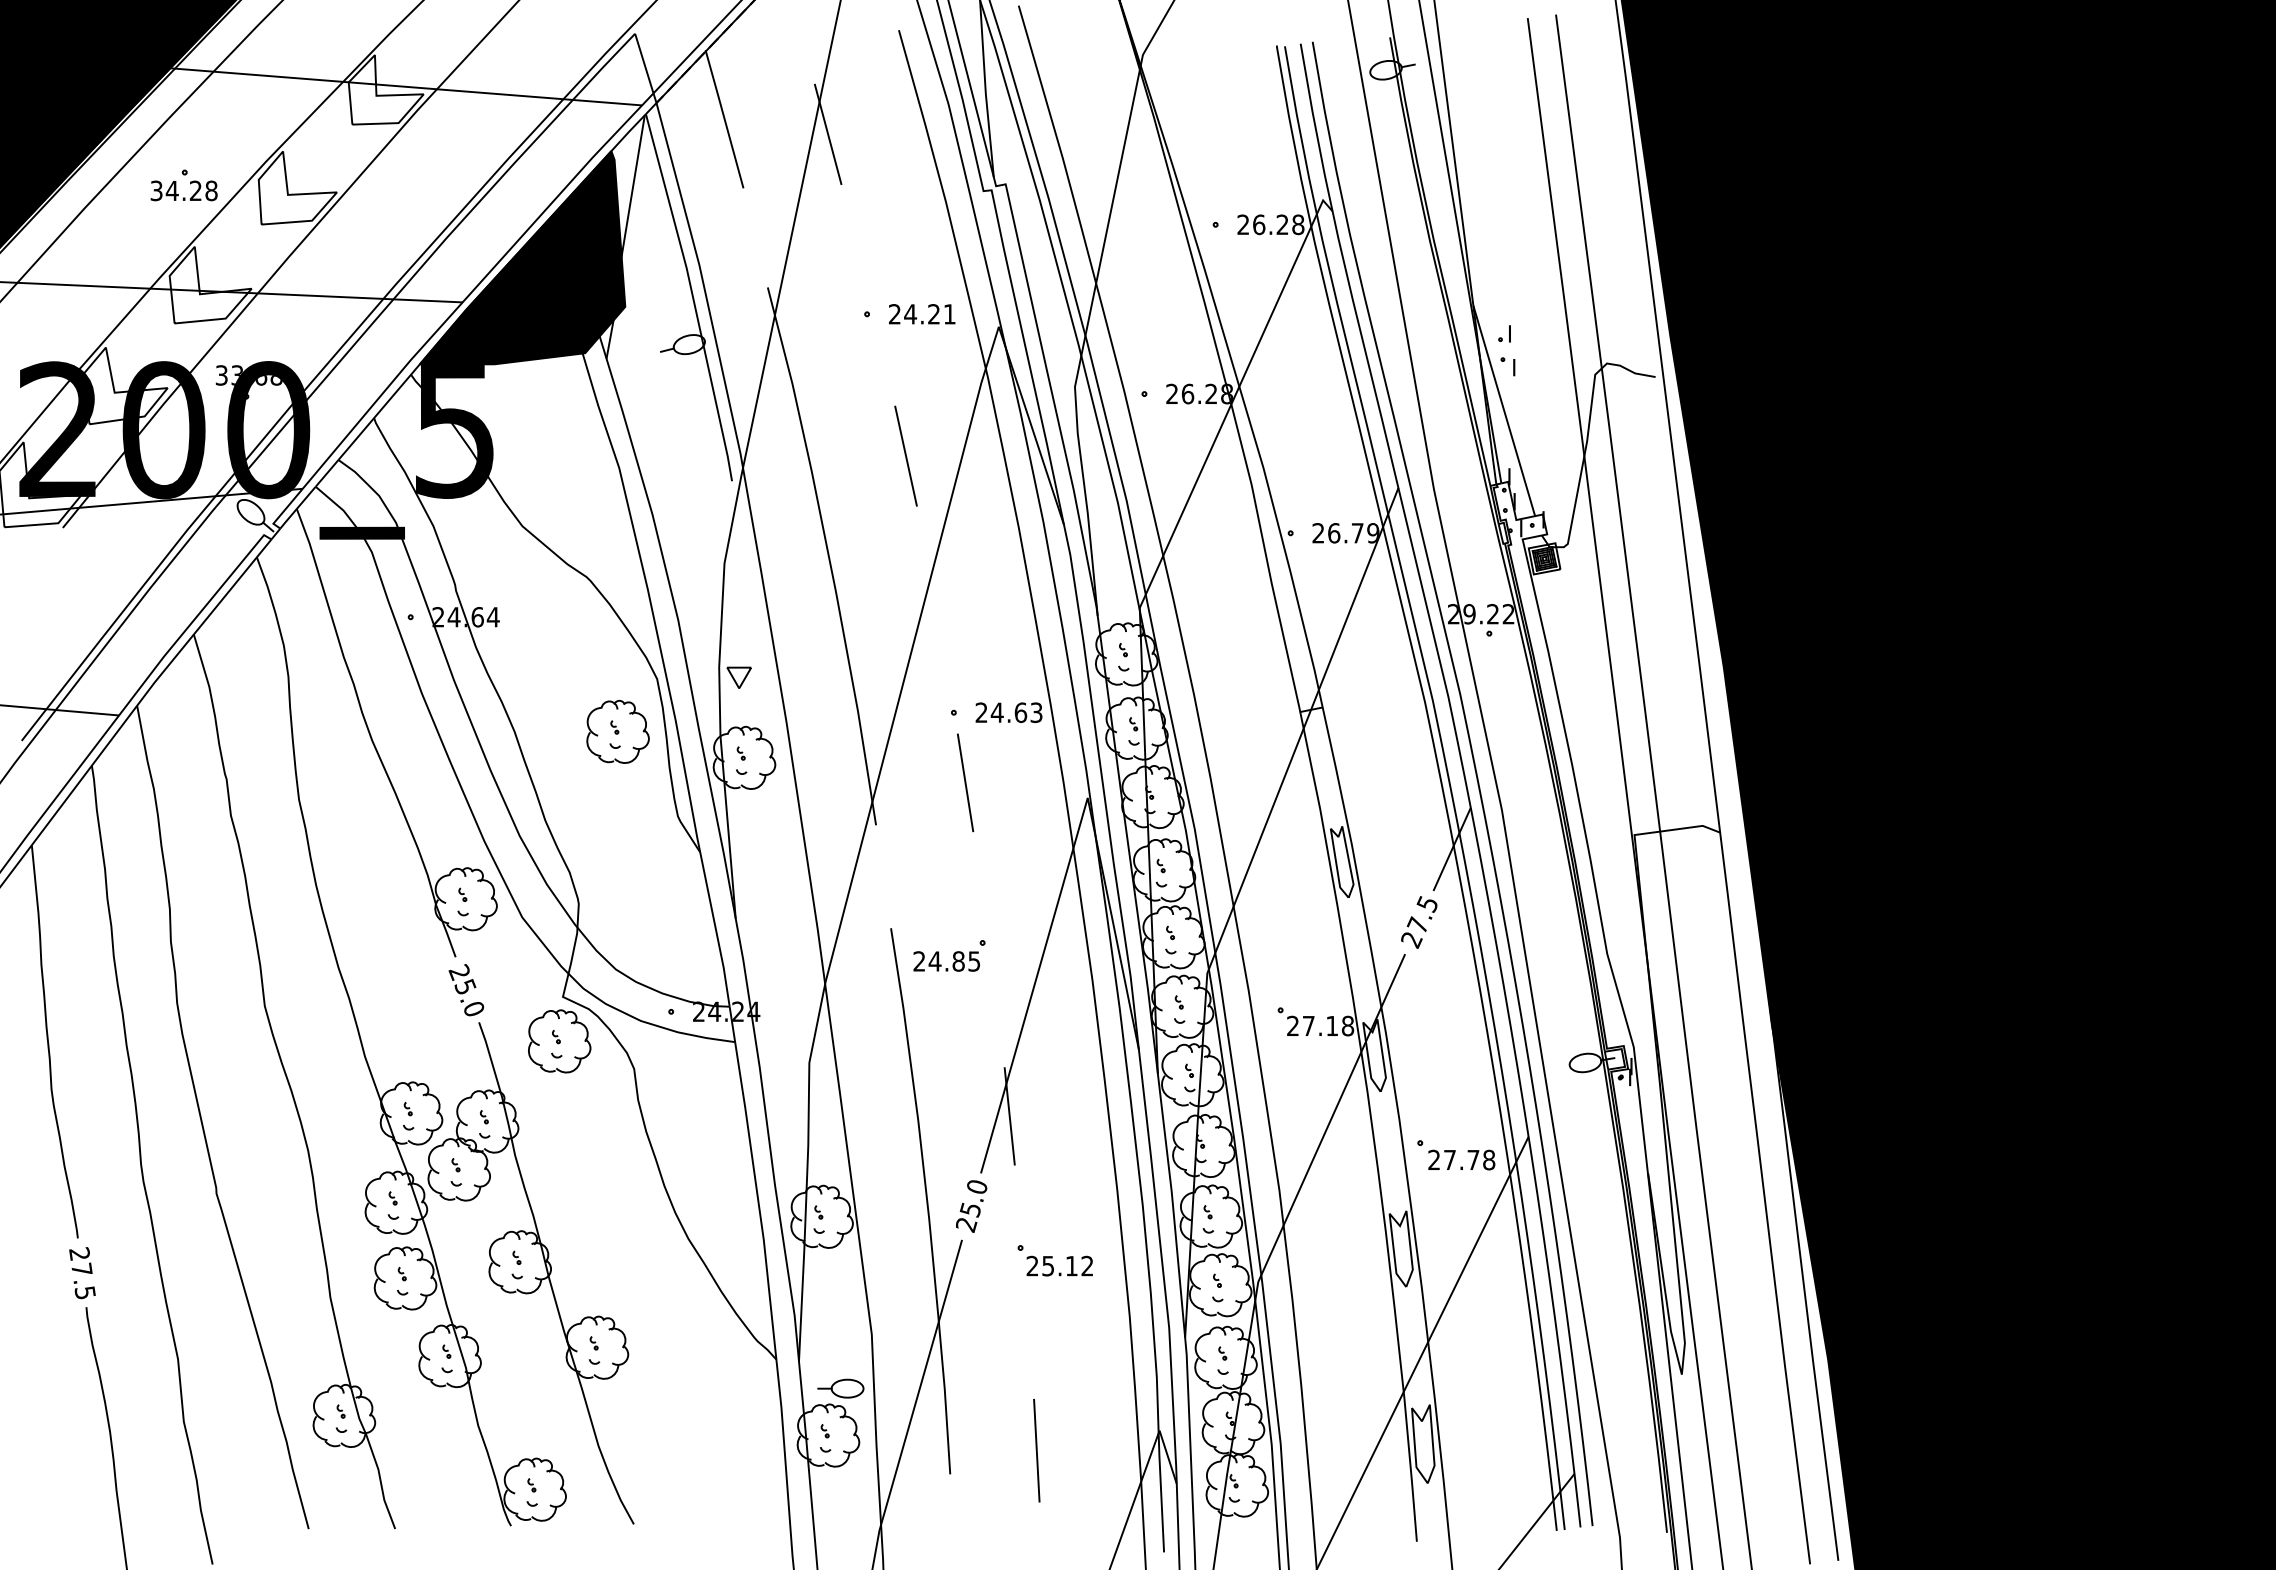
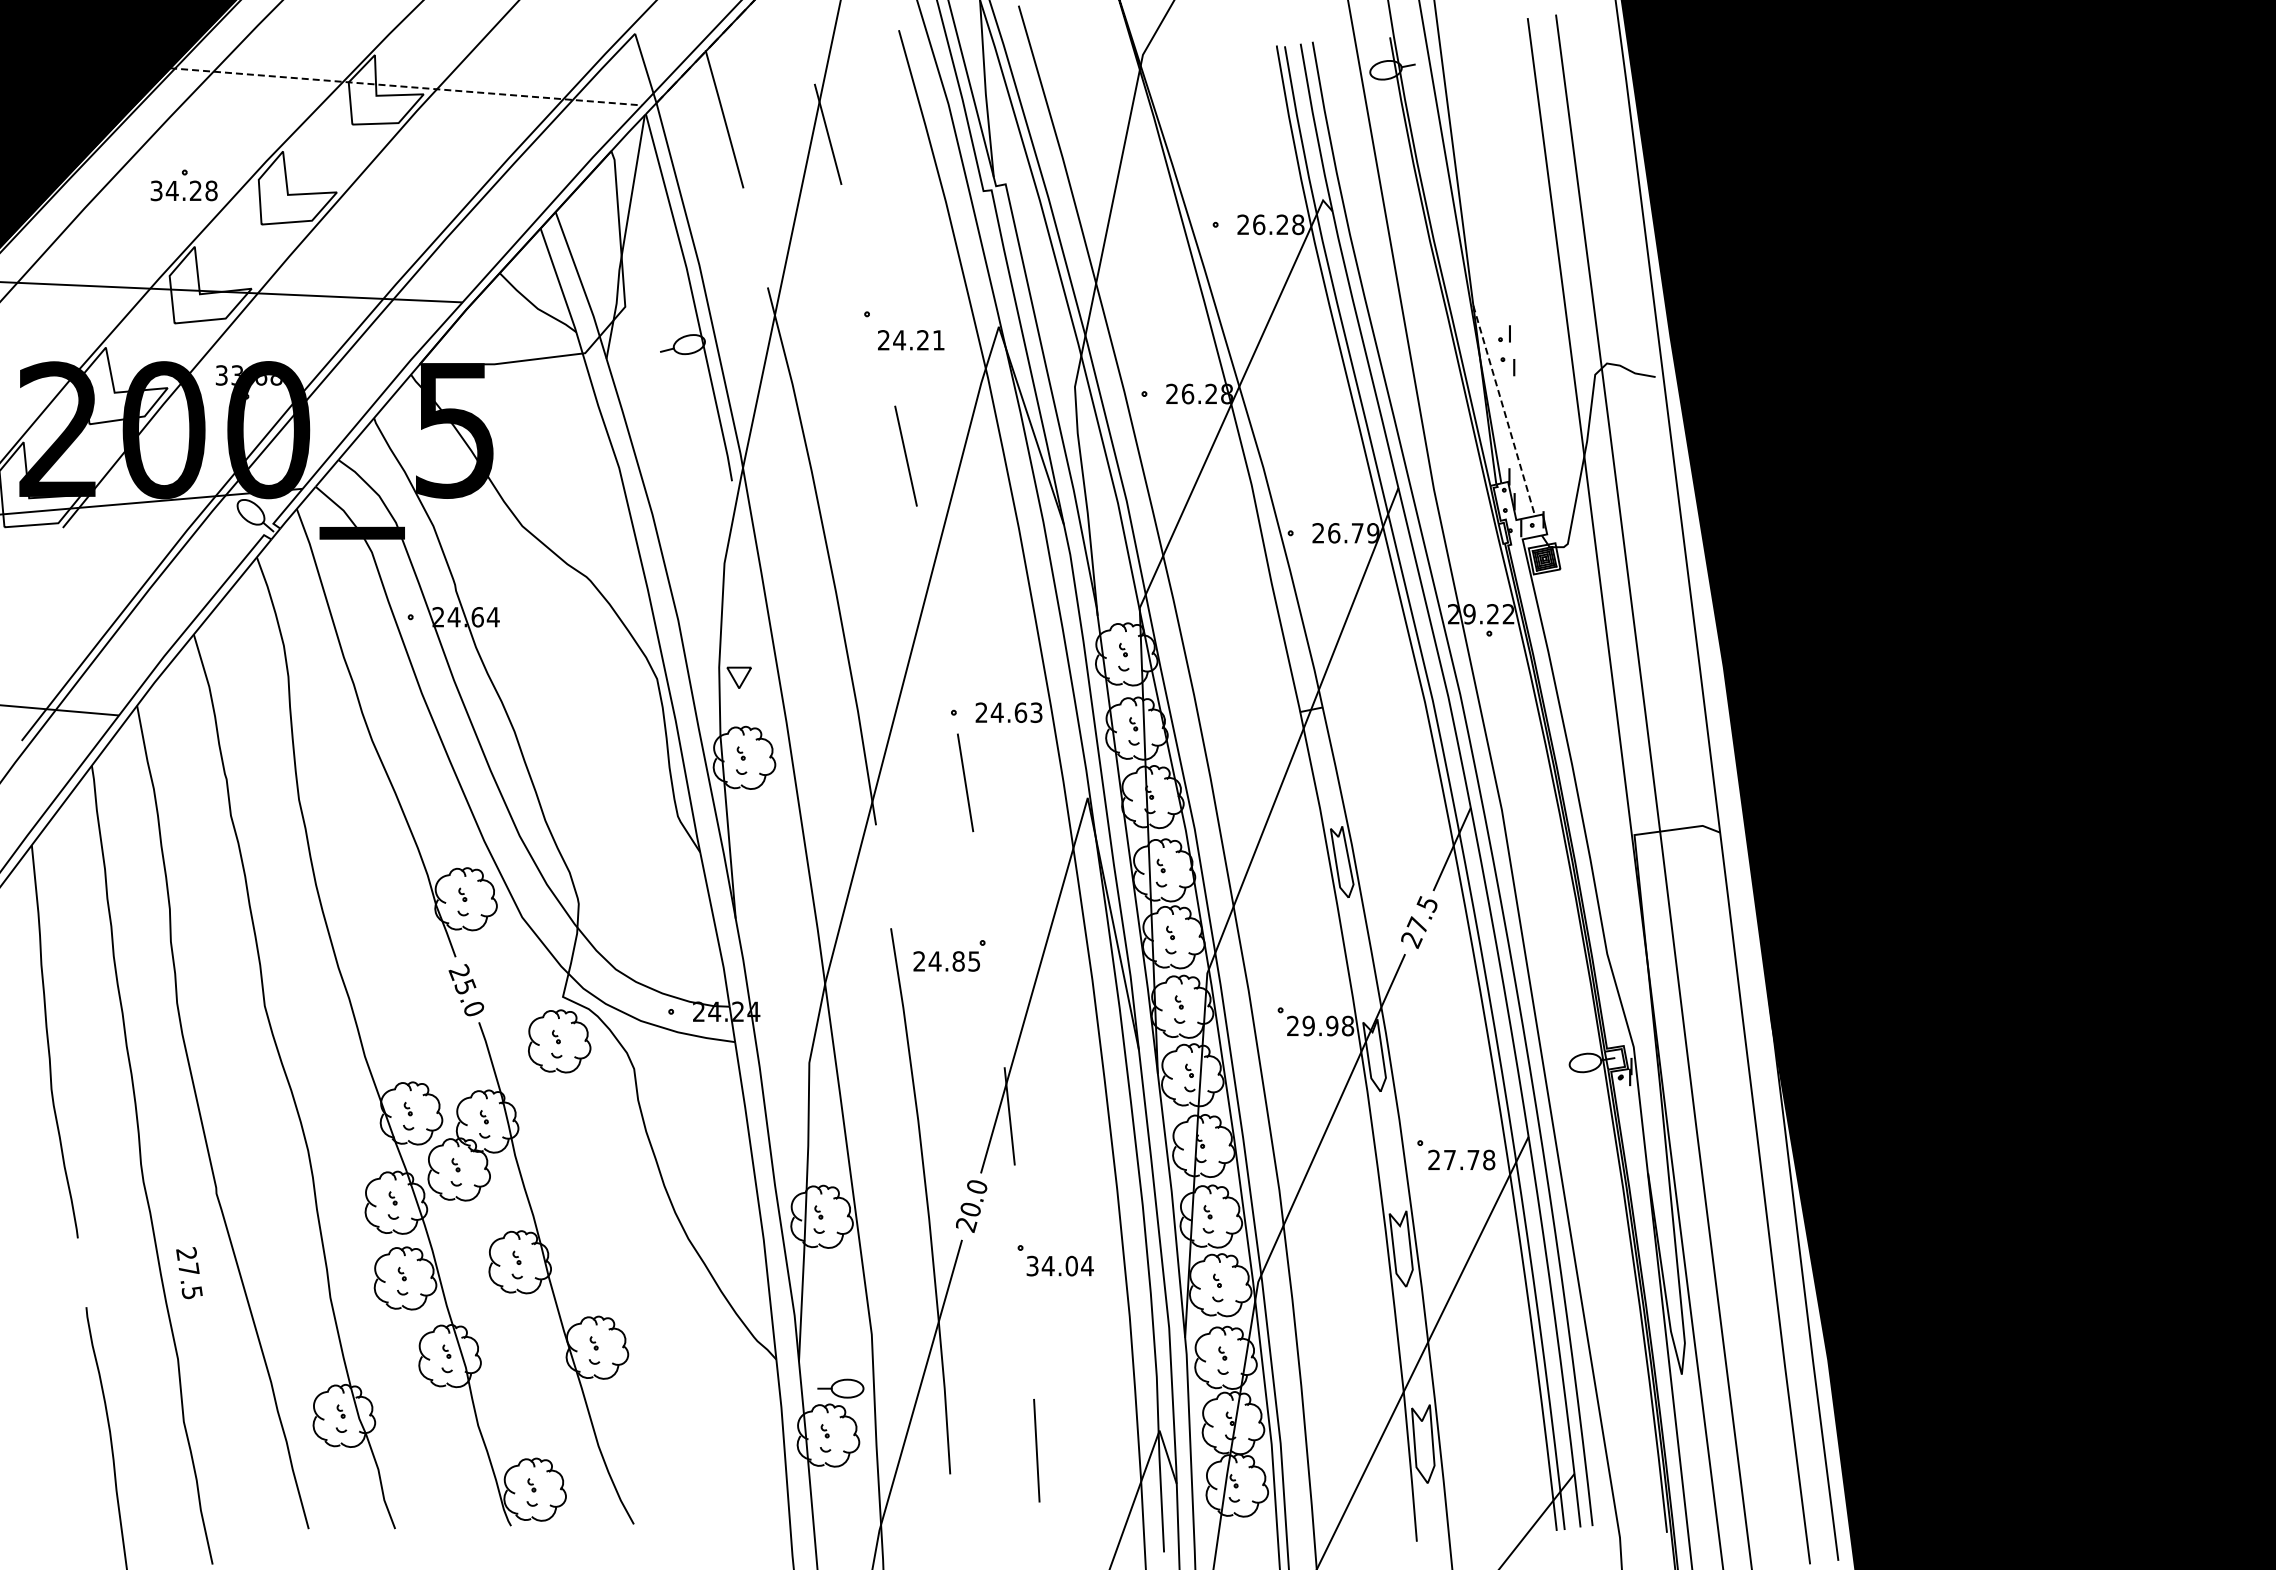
line at (406, 86): solid -> dashed
fill at (522, 257): present -> none
text at (922, 314) position: (922, 314) -> (911, 340)
line at (1504, 410): solid -> dashed
part at (617, 731): present -> none
text at (1320, 1025): 27.18 -> 29.98
text at (969, 1209): 25.0 -> 20.0
text at (1059, 1265): 25.12 -> 34.04
text at (82, 1273) position: (82, 1273) -> (189, 1273)
